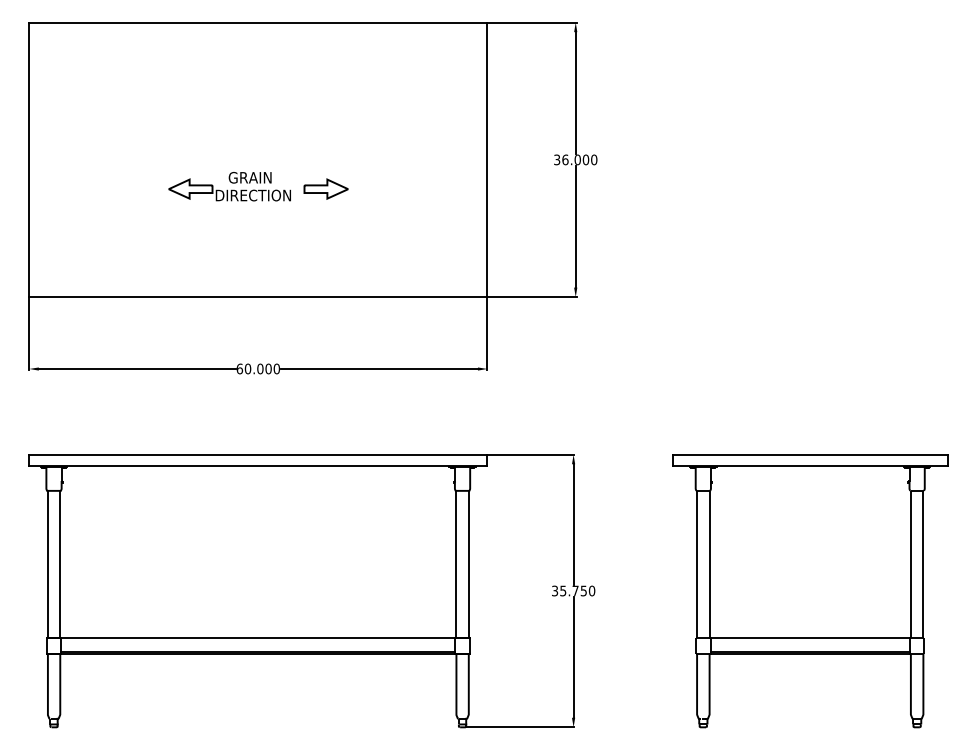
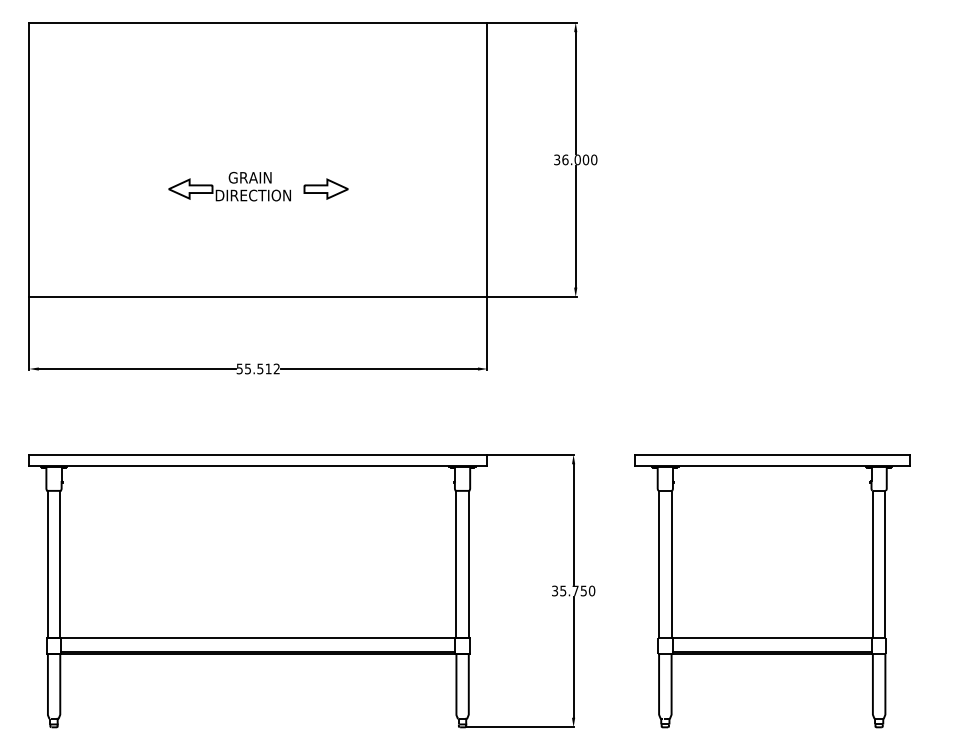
text at (257, 368): 60.000 -> 55.512
part at (810, 591) position: (810, 591) -> (772, 591)
